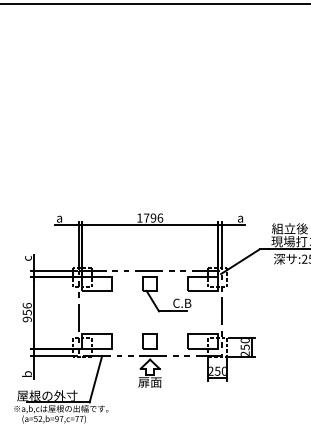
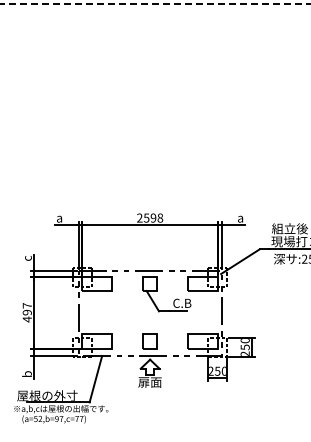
line at (155, 3): solid -> dashed
text at (150, 217): 1796 -> 2598
text at (26, 312): 956 -> 497
